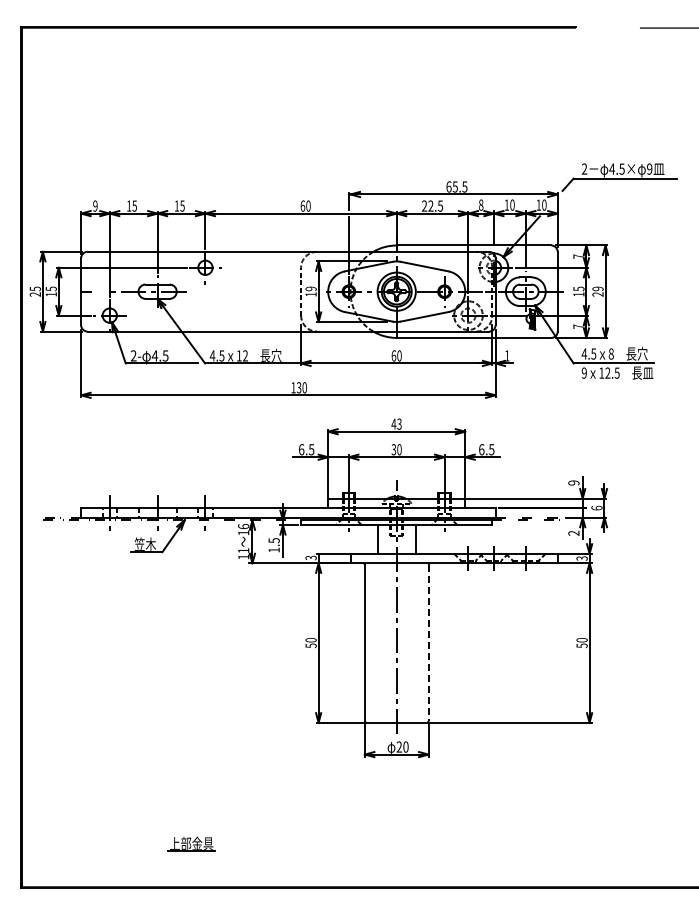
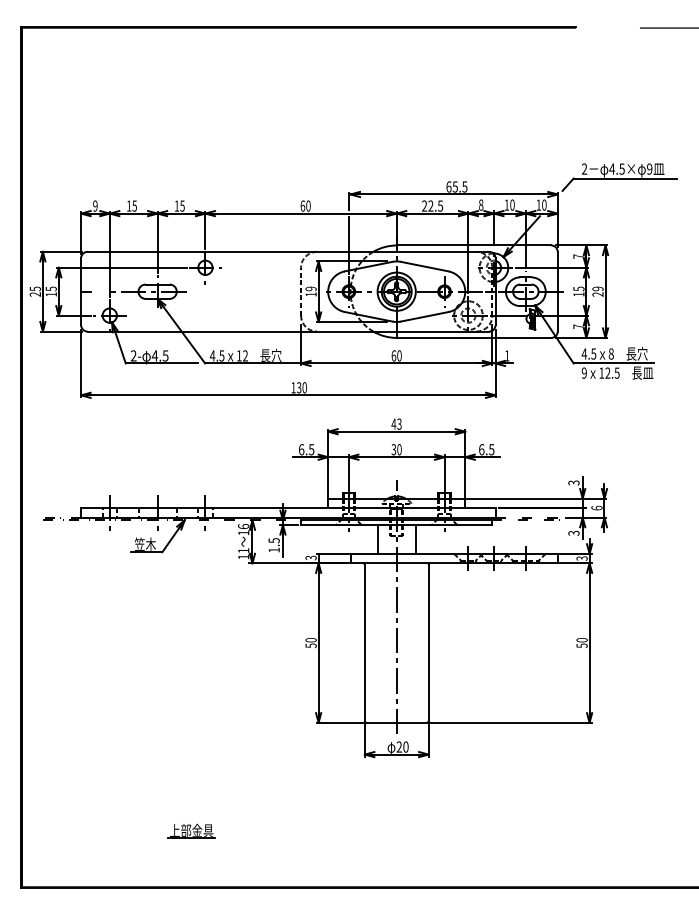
text at (573, 482): 9 -> 3
text at (574, 532): 2 -> 3
line at (428, 643): dashed -> solid
part at (191, 843) position: (191, 843) -> (191, 830)
